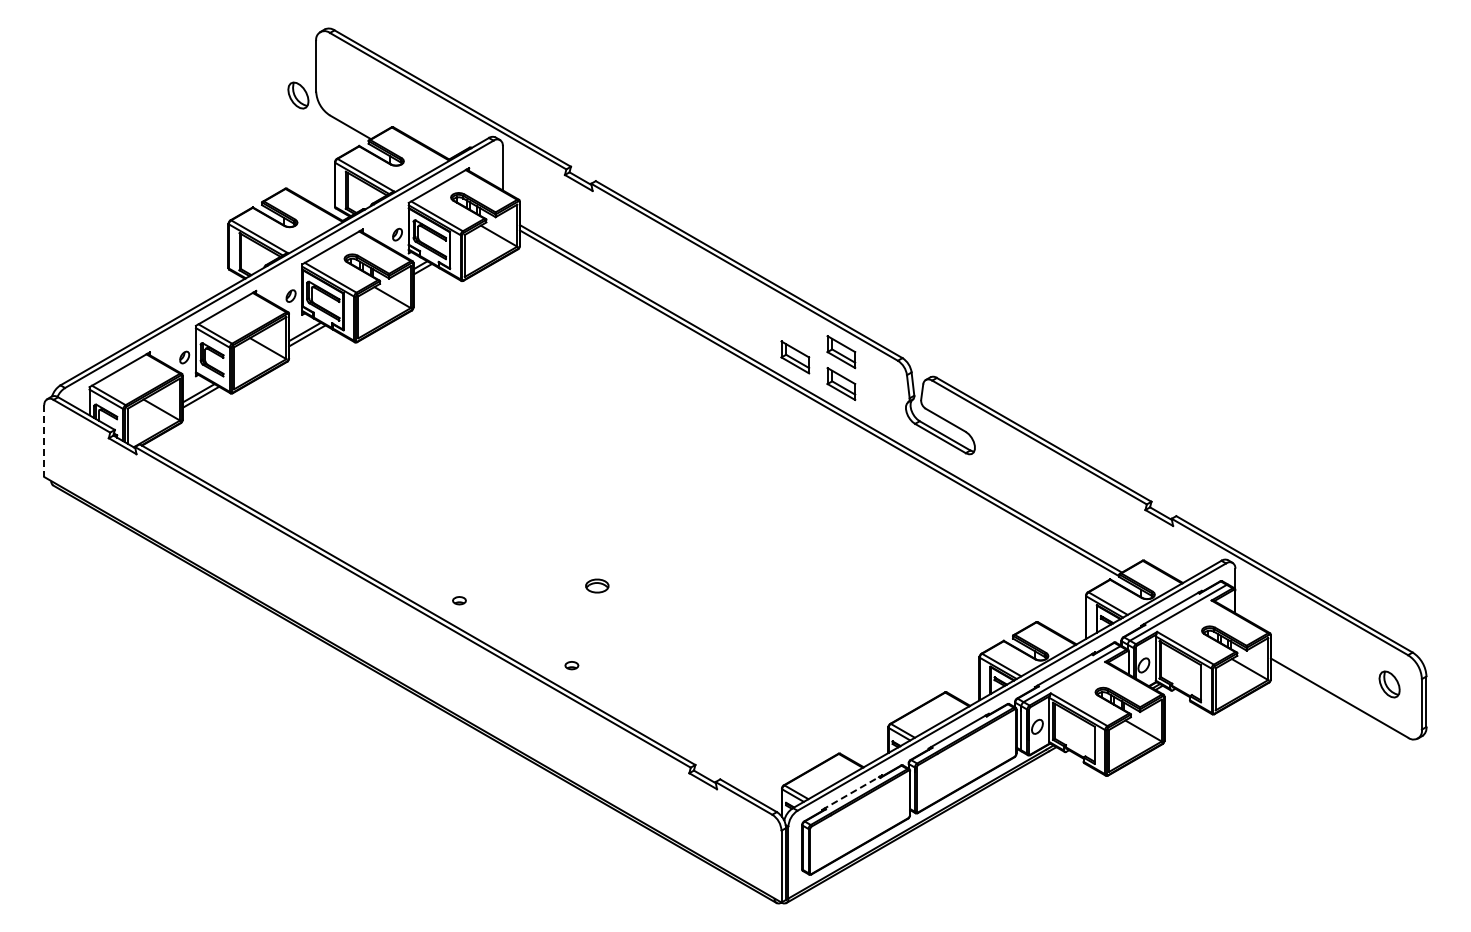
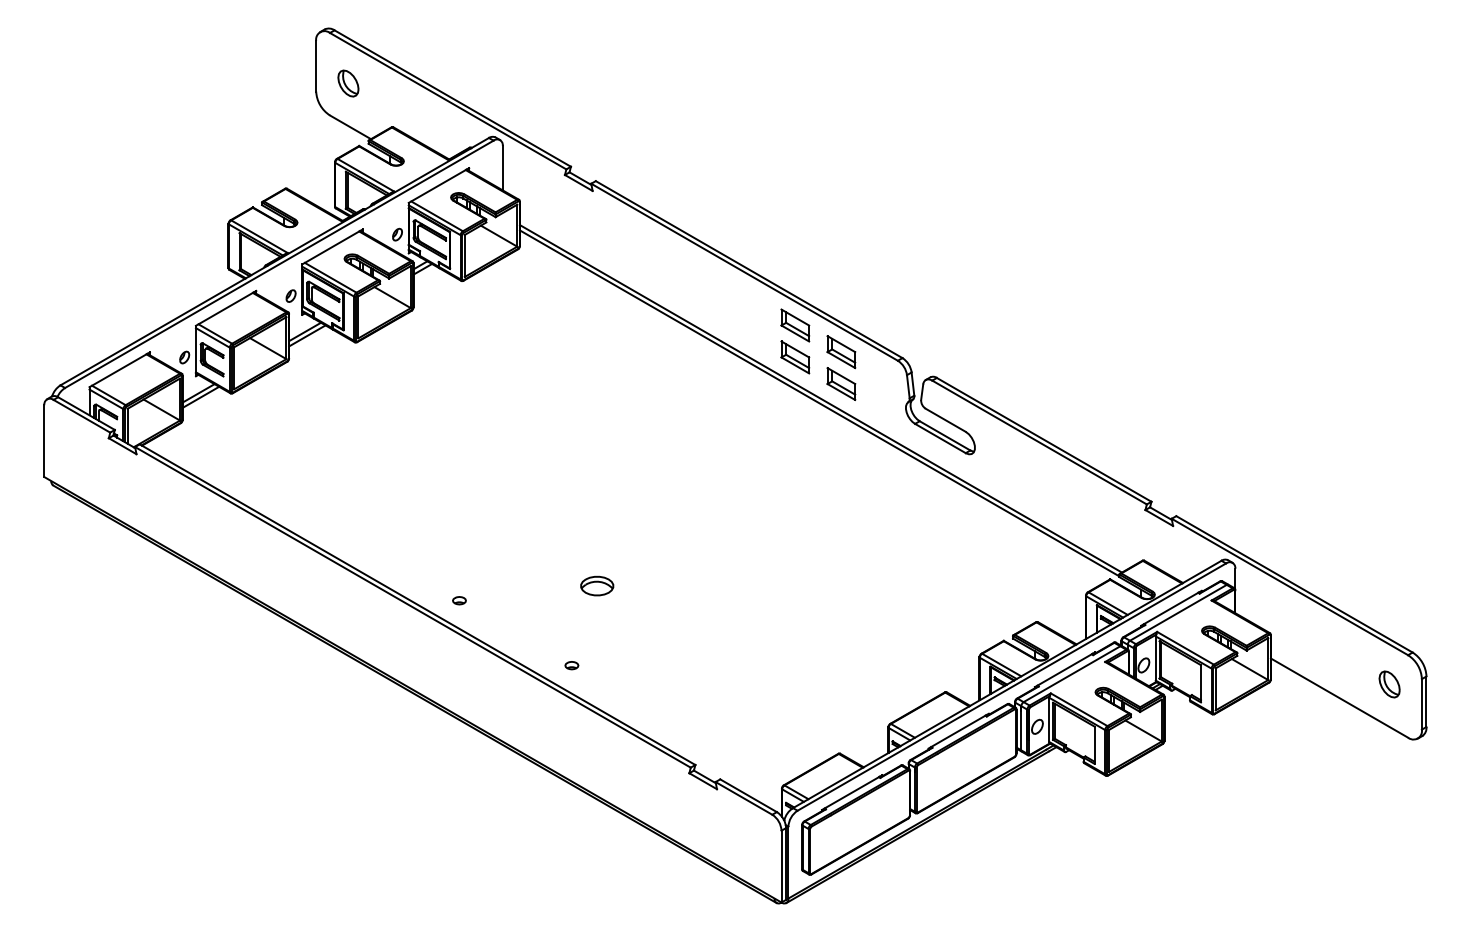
part at (298, 95) position: (298, 95) -> (348, 83)
part at (795, 325): none -> present
line at (44, 441): dashed -> solid
part at (597, 585) size: 25x16 px -> 35x22 px
line at (852, 792): dashed -> solid
